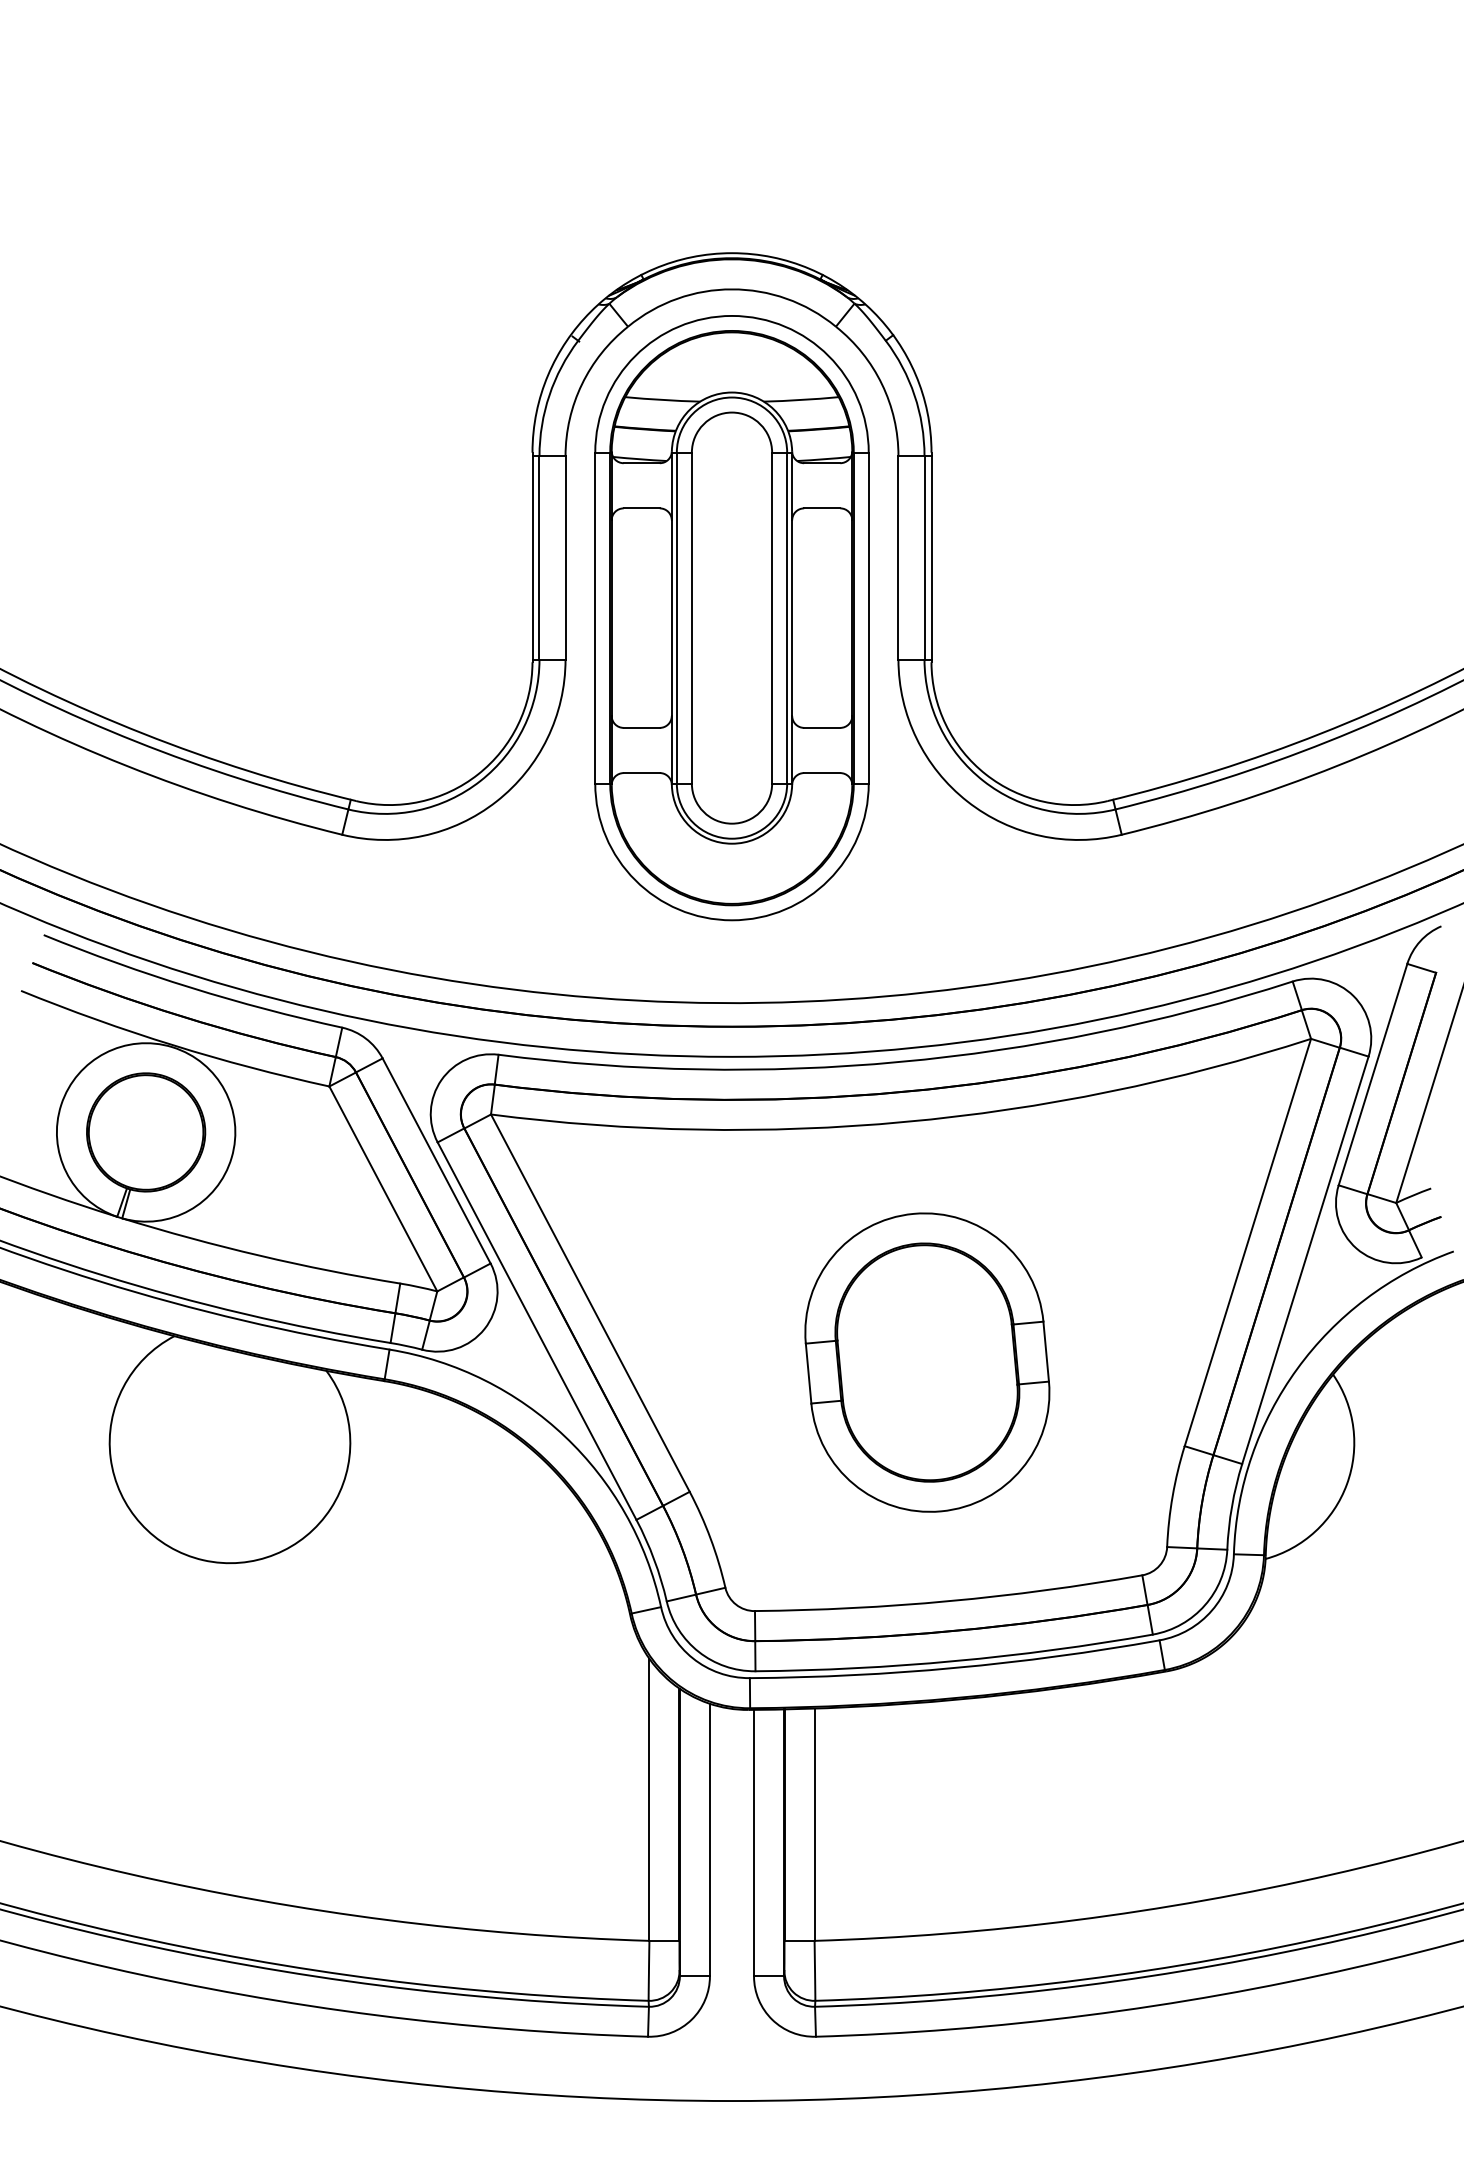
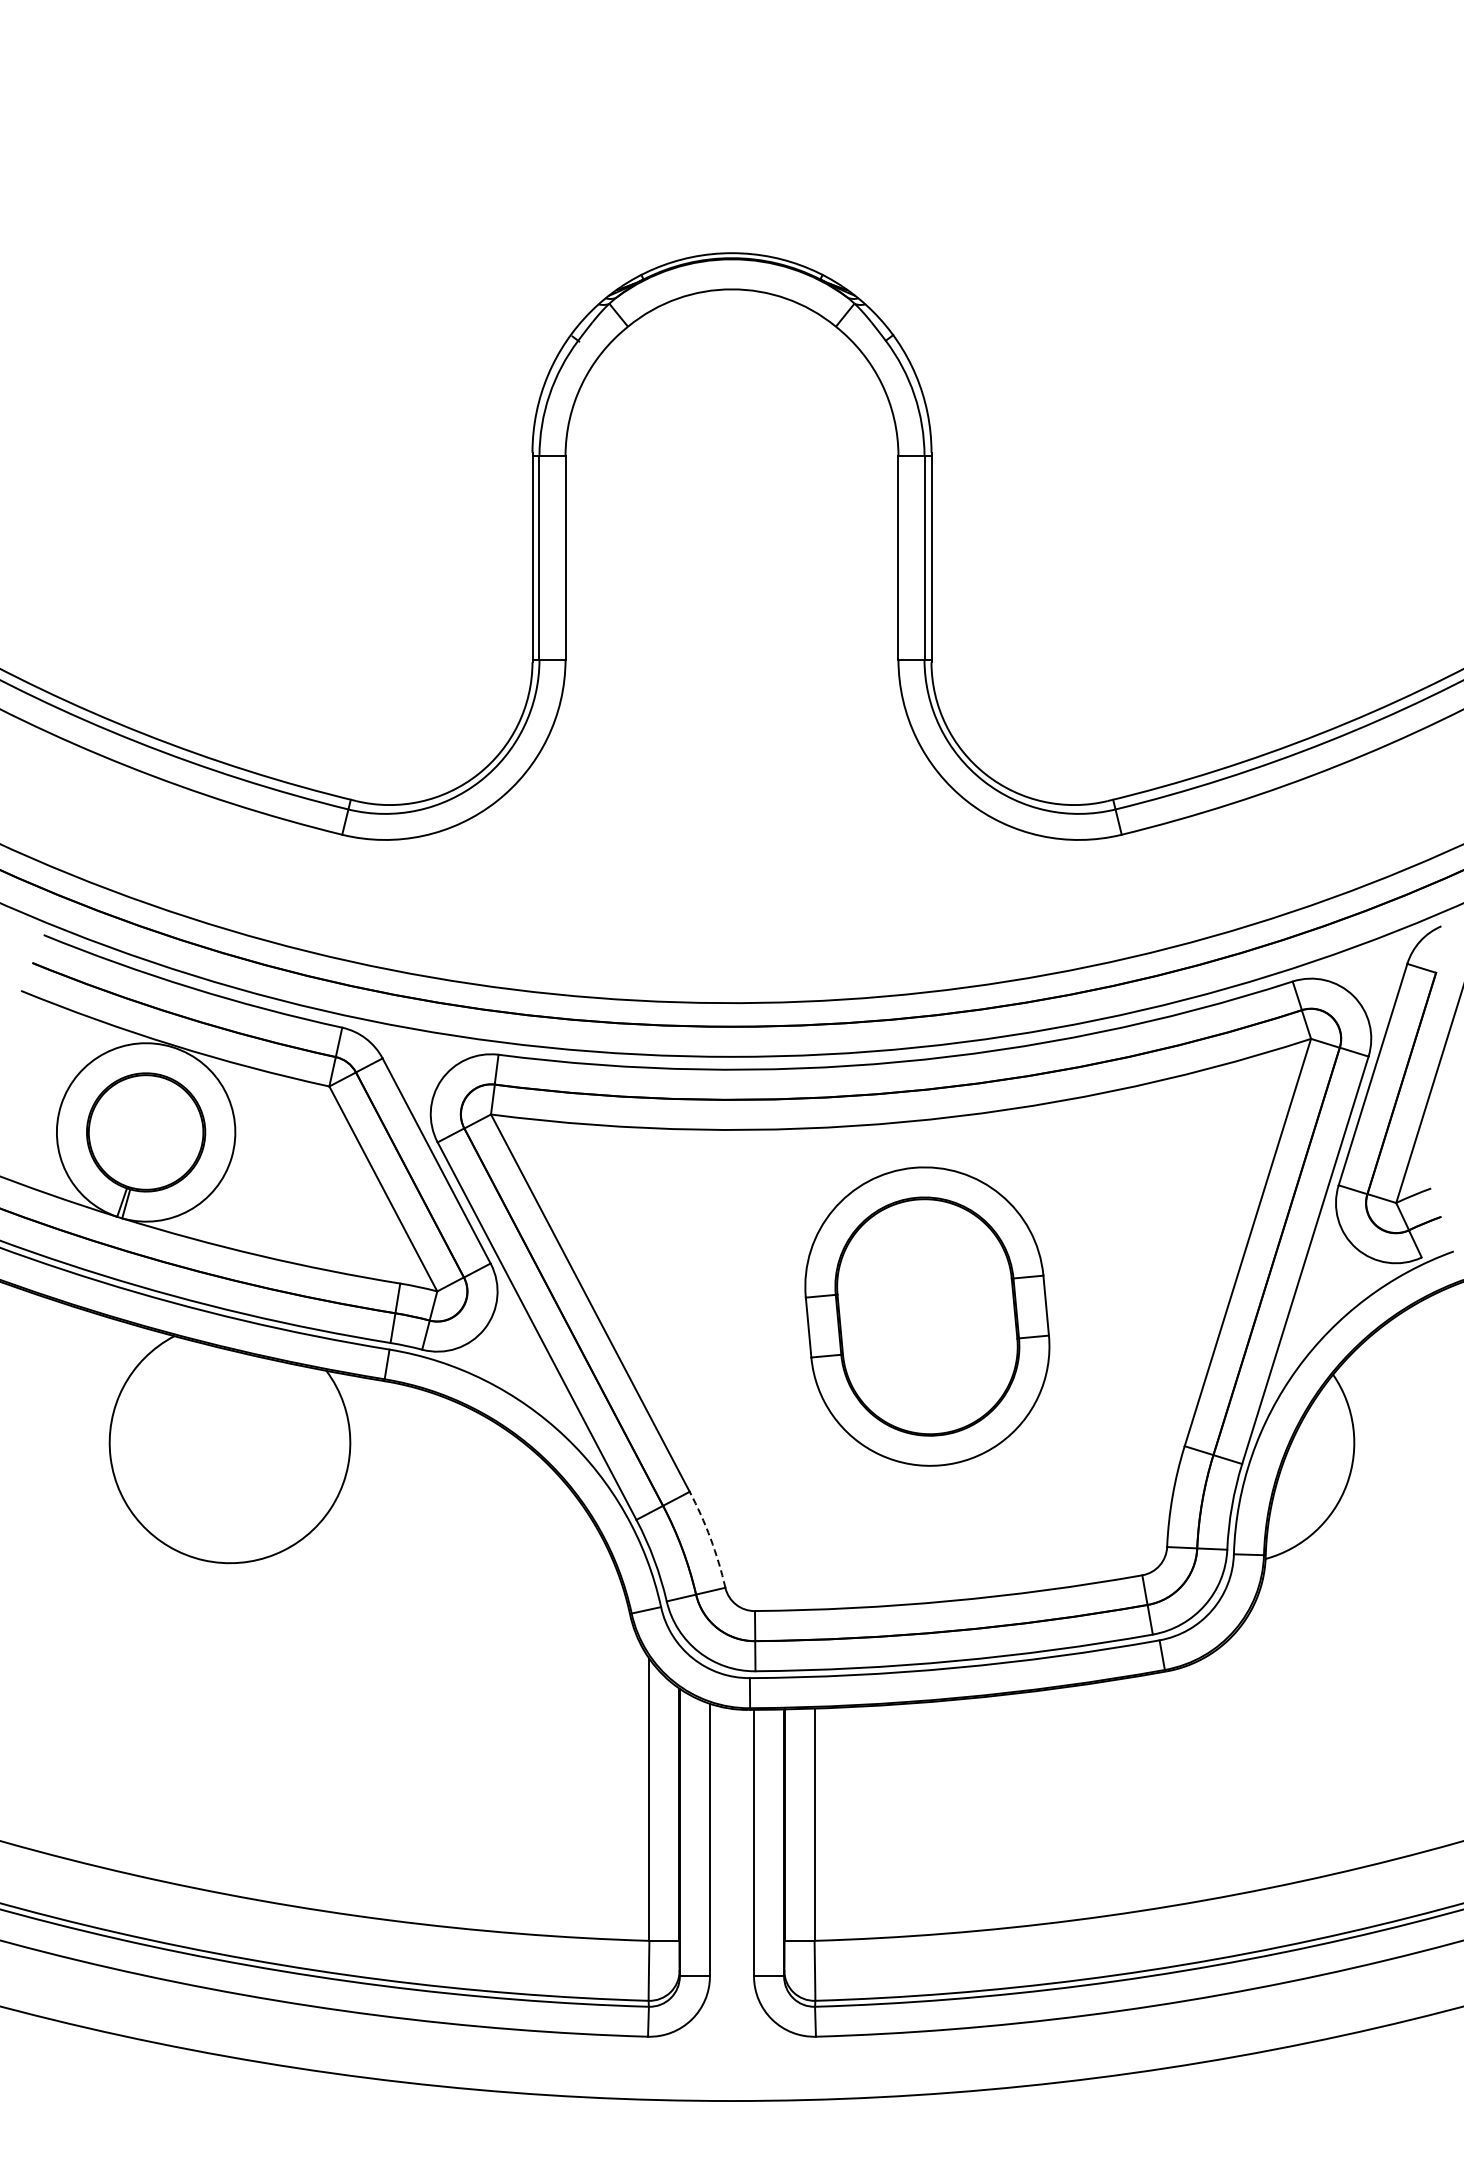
part at (731, 618): present -> none
part at (927, 1362) position: (927, 1362) -> (927, 1316)
arc at (710, 1538): solid -> dashed
